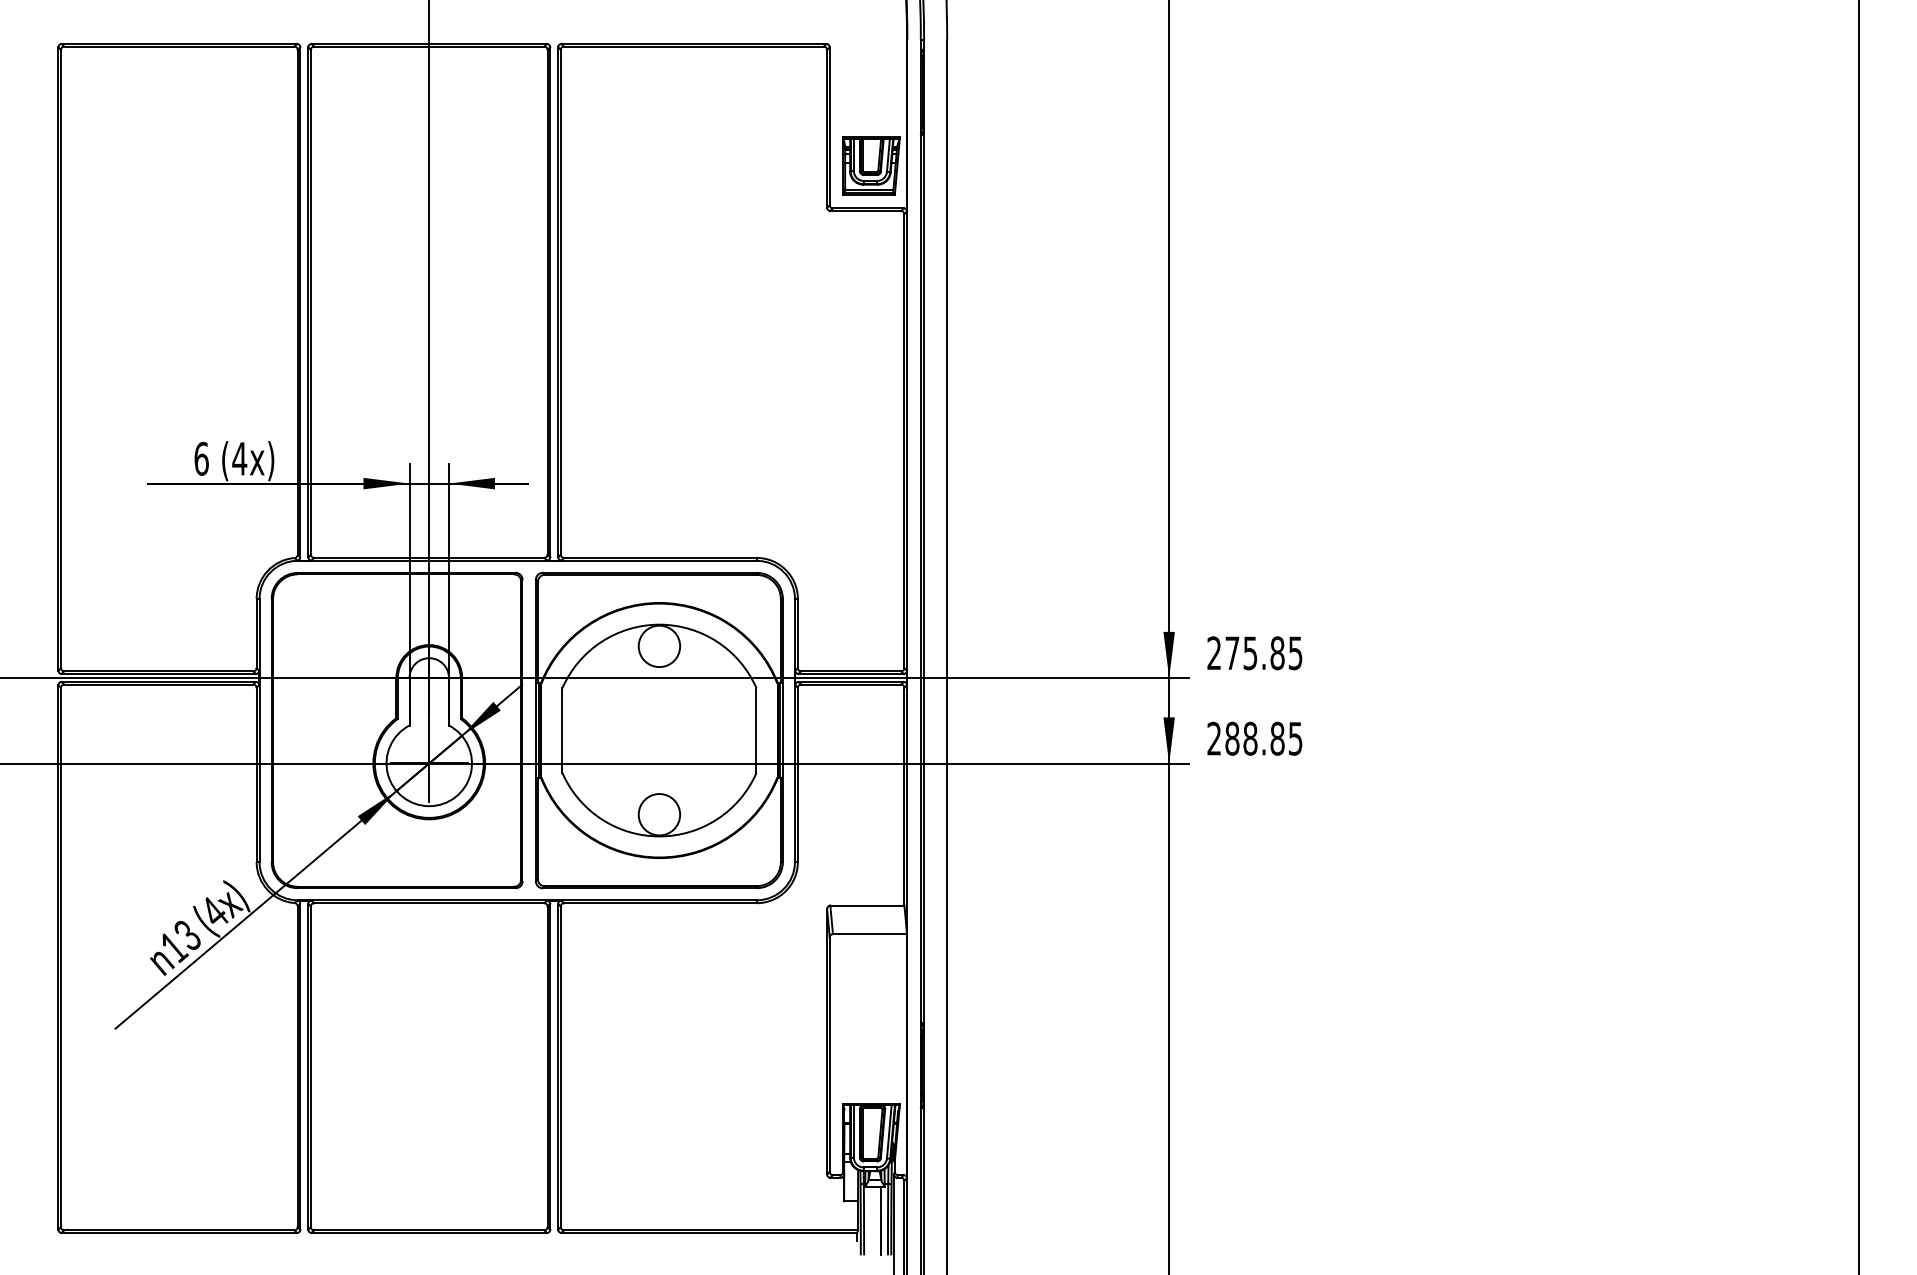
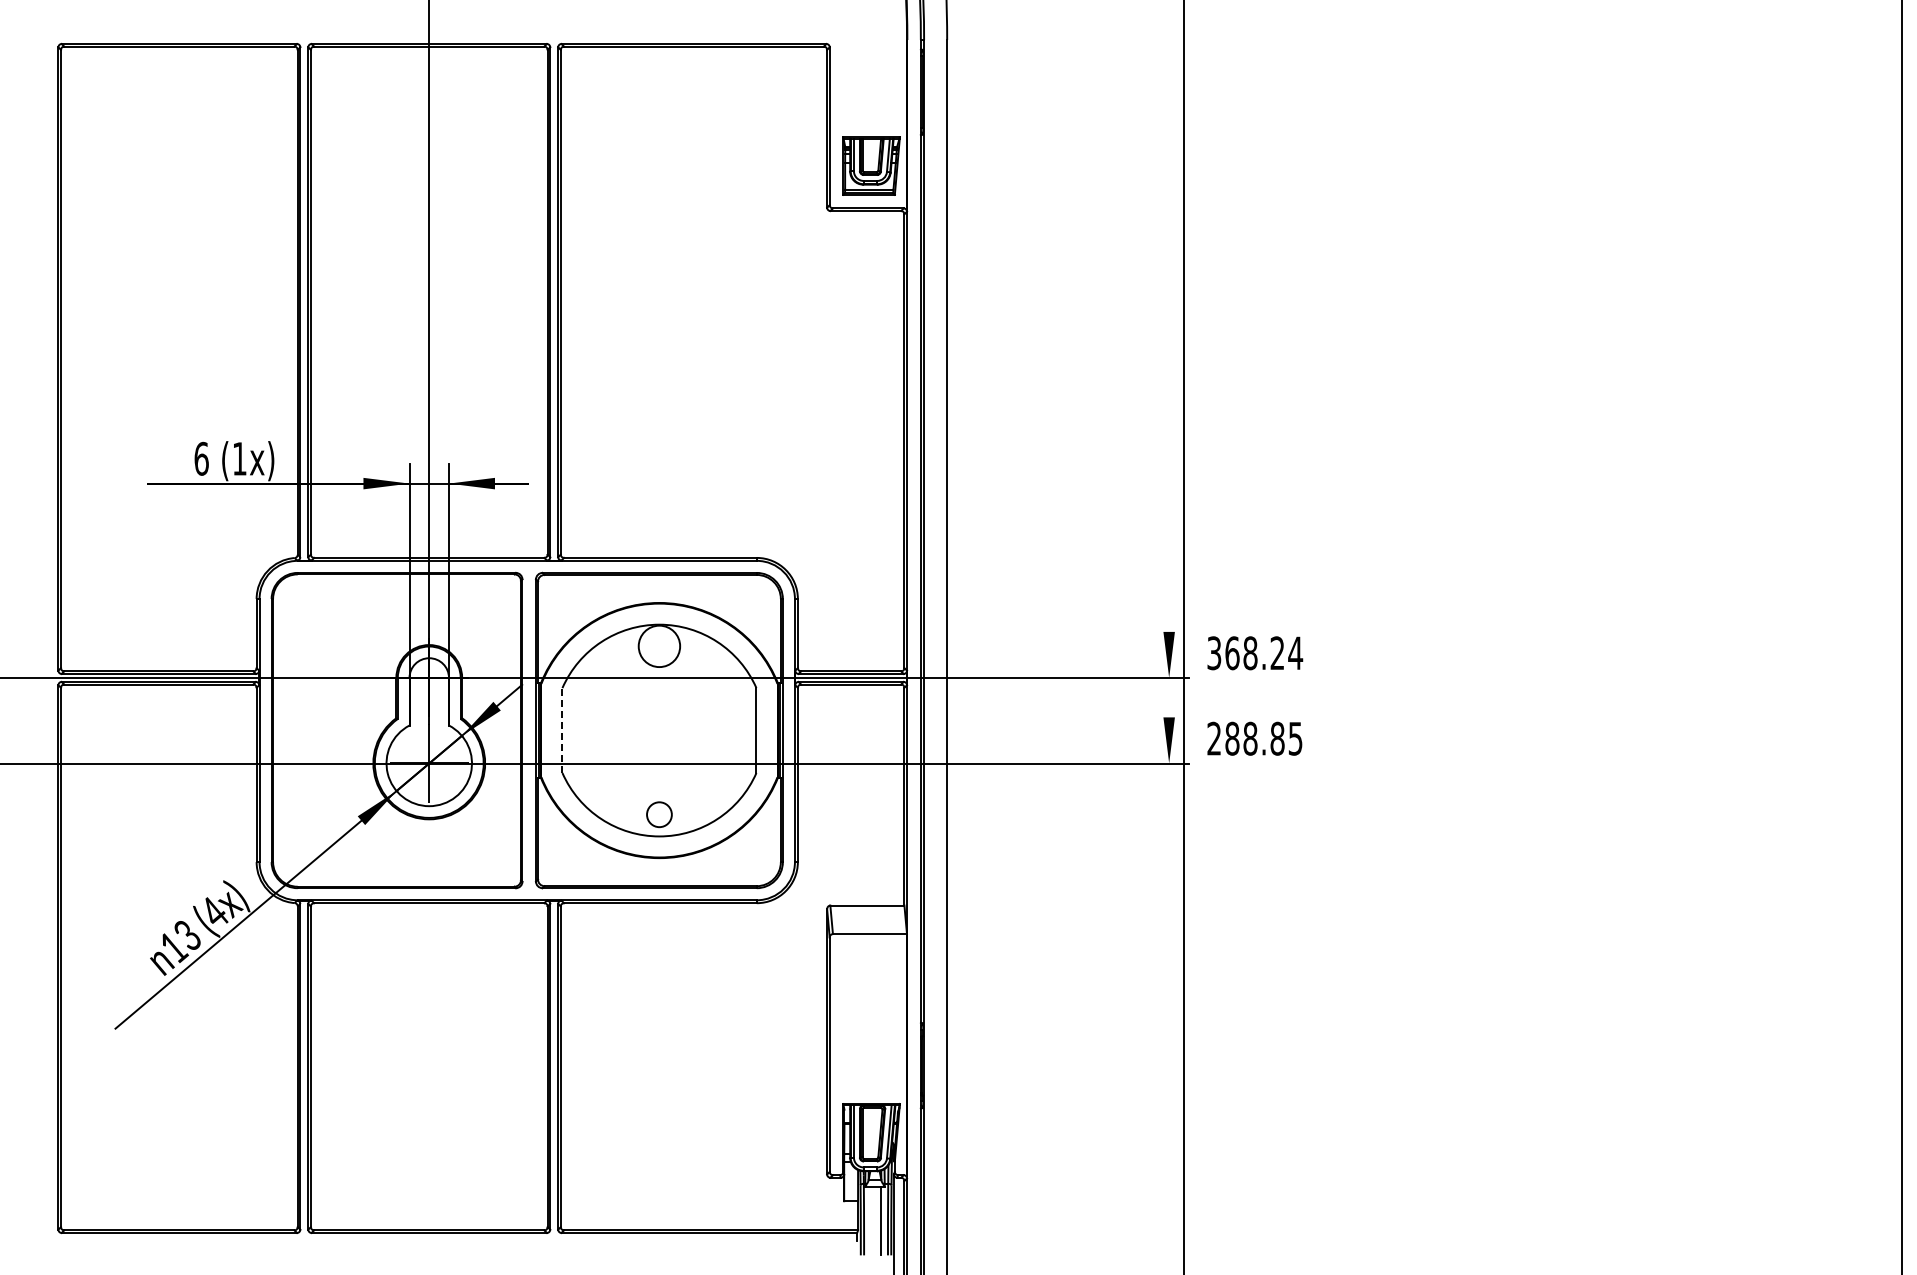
text at (239, 458): (4x) -> (1x)
line at (1169, 636) position: (1169, 636) -> (1184, 636)
line at (1859, 636) position: (1859, 636) -> (1902, 636)
text at (1255, 653): 275.85 -> 368.24
line at (562, 730): solid -> dashed
circle at (659, 814) diameter: 41 px -> 25 px
